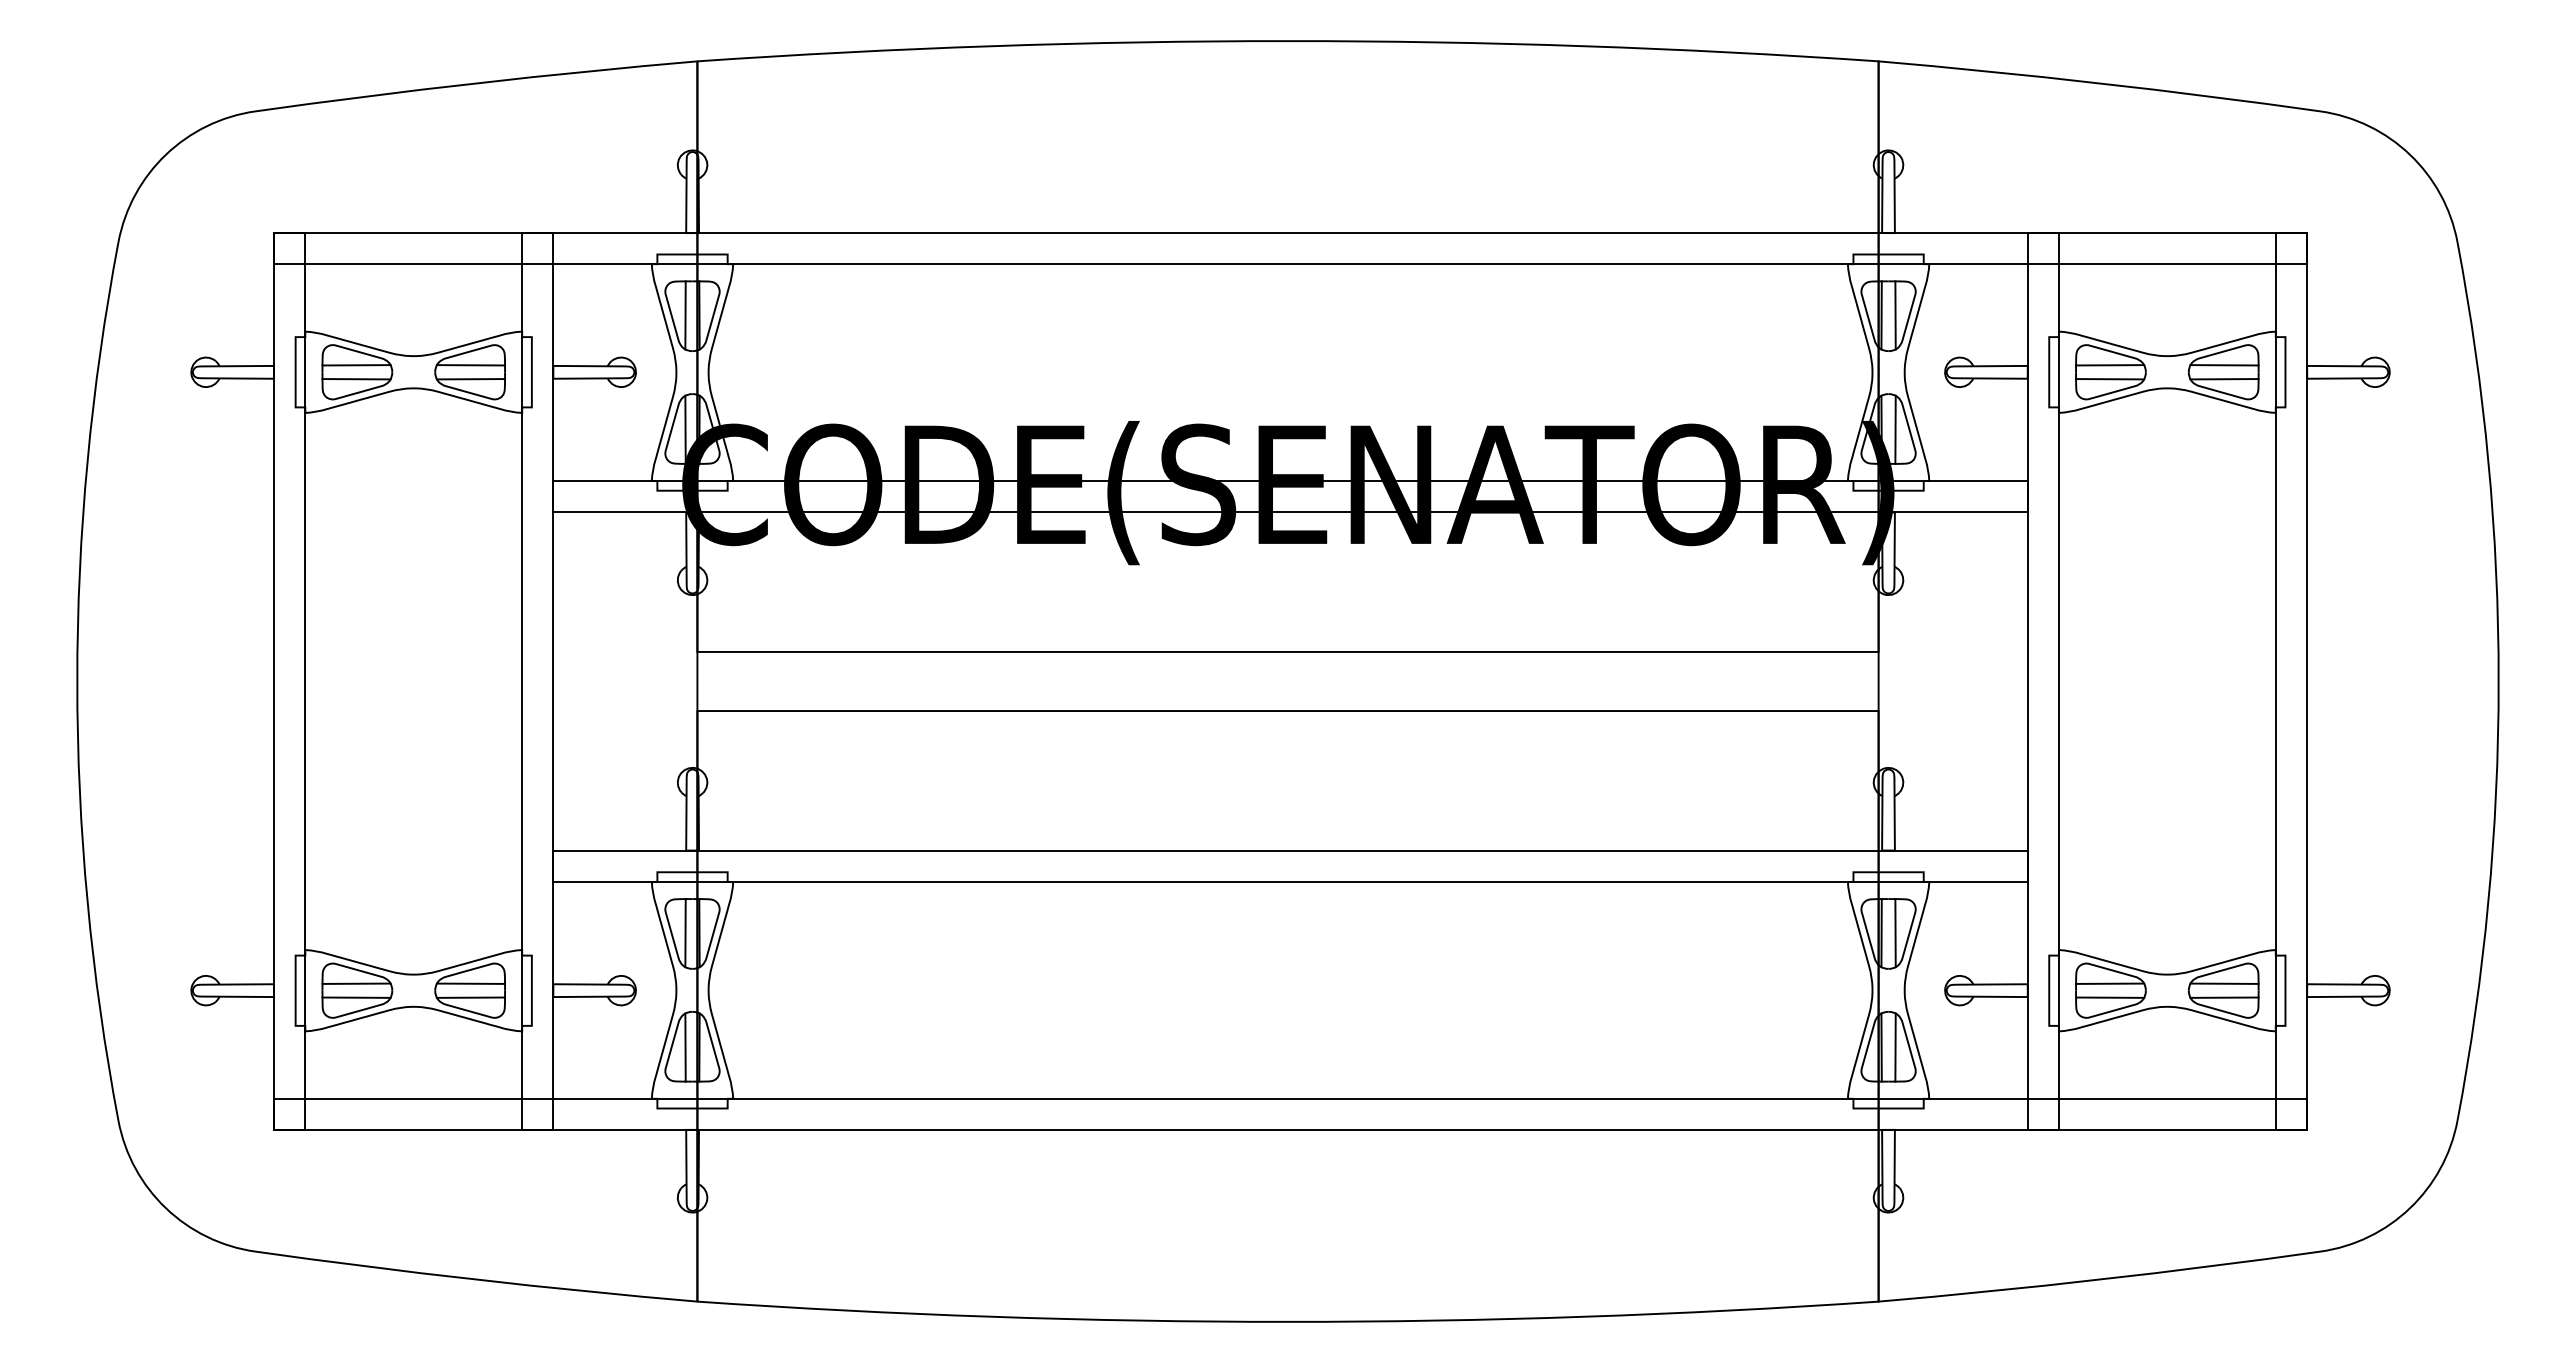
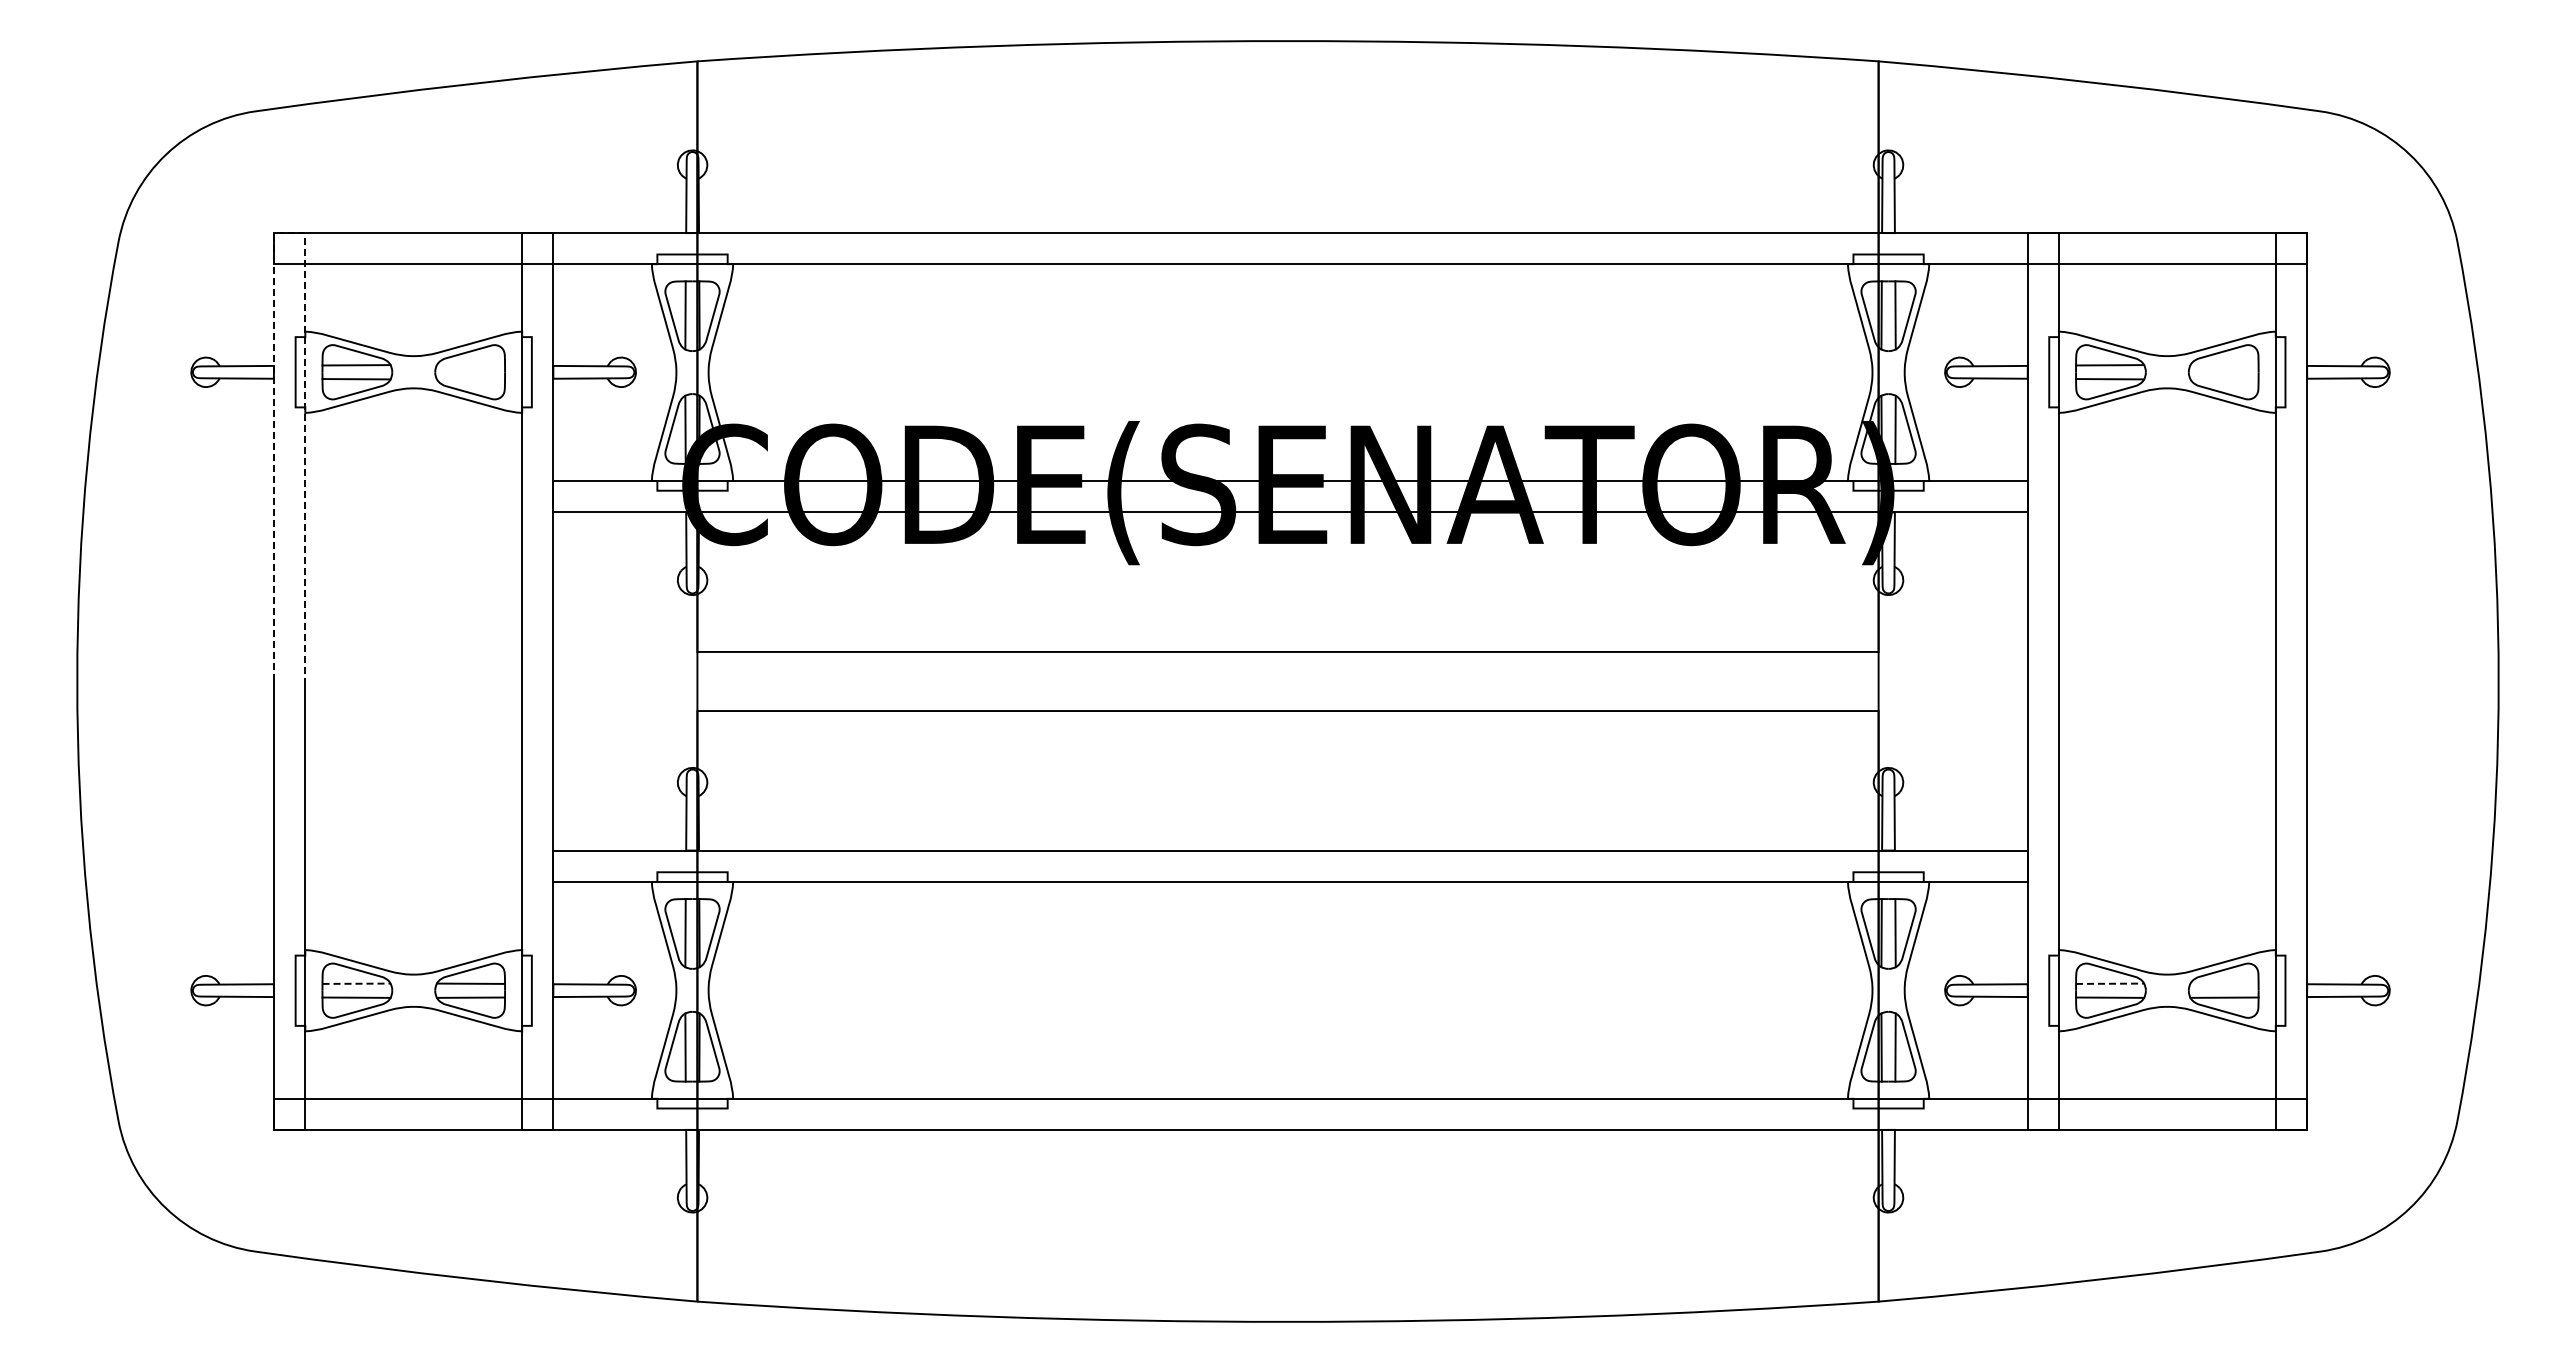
line at (289, 233): solid -> dashed
line at (470, 365): present -> none
line at (2224, 365): present -> none
line at (470, 379): present -> none
line at (2224, 379): present -> none
line at (357, 983): solid -> dashed
line at (2110, 983): solid -> dashed
line at (2224, 983): present -> none
